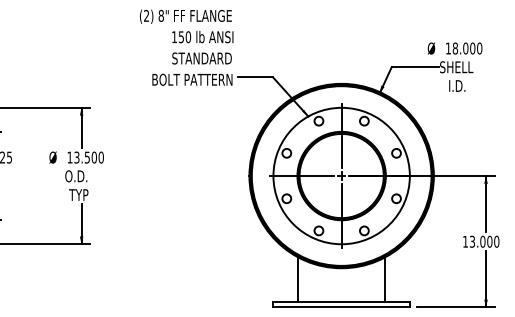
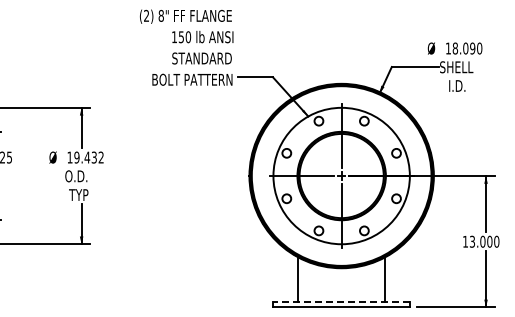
text at (472, 48): 18.000 -> 18.090
text at (88, 157): 13.500 -> 19.432
line at (341, 302): solid -> dashed
